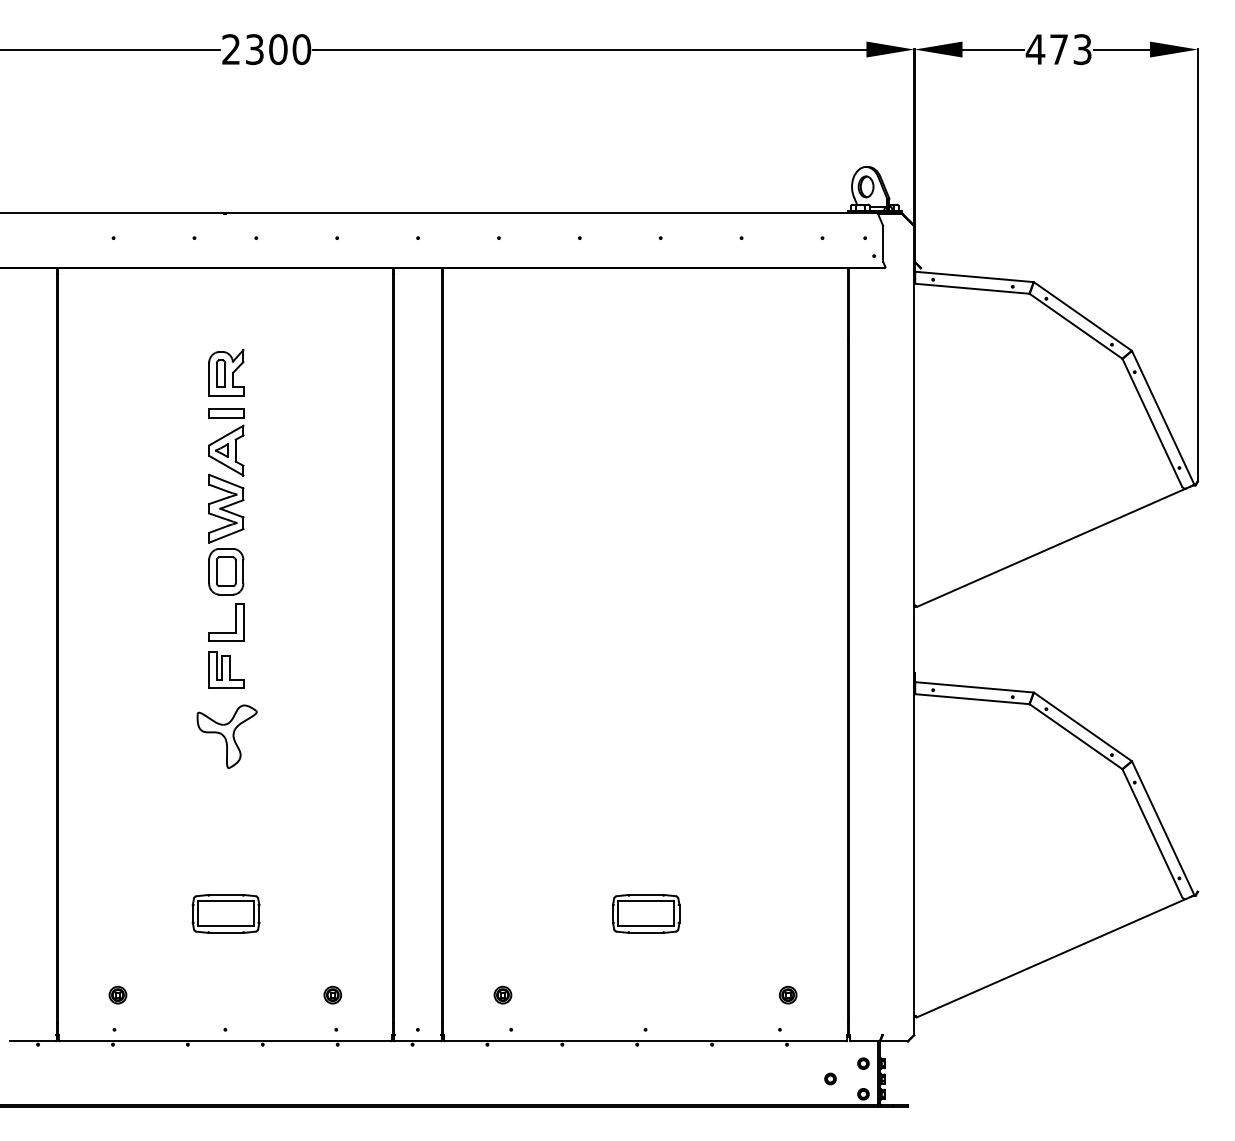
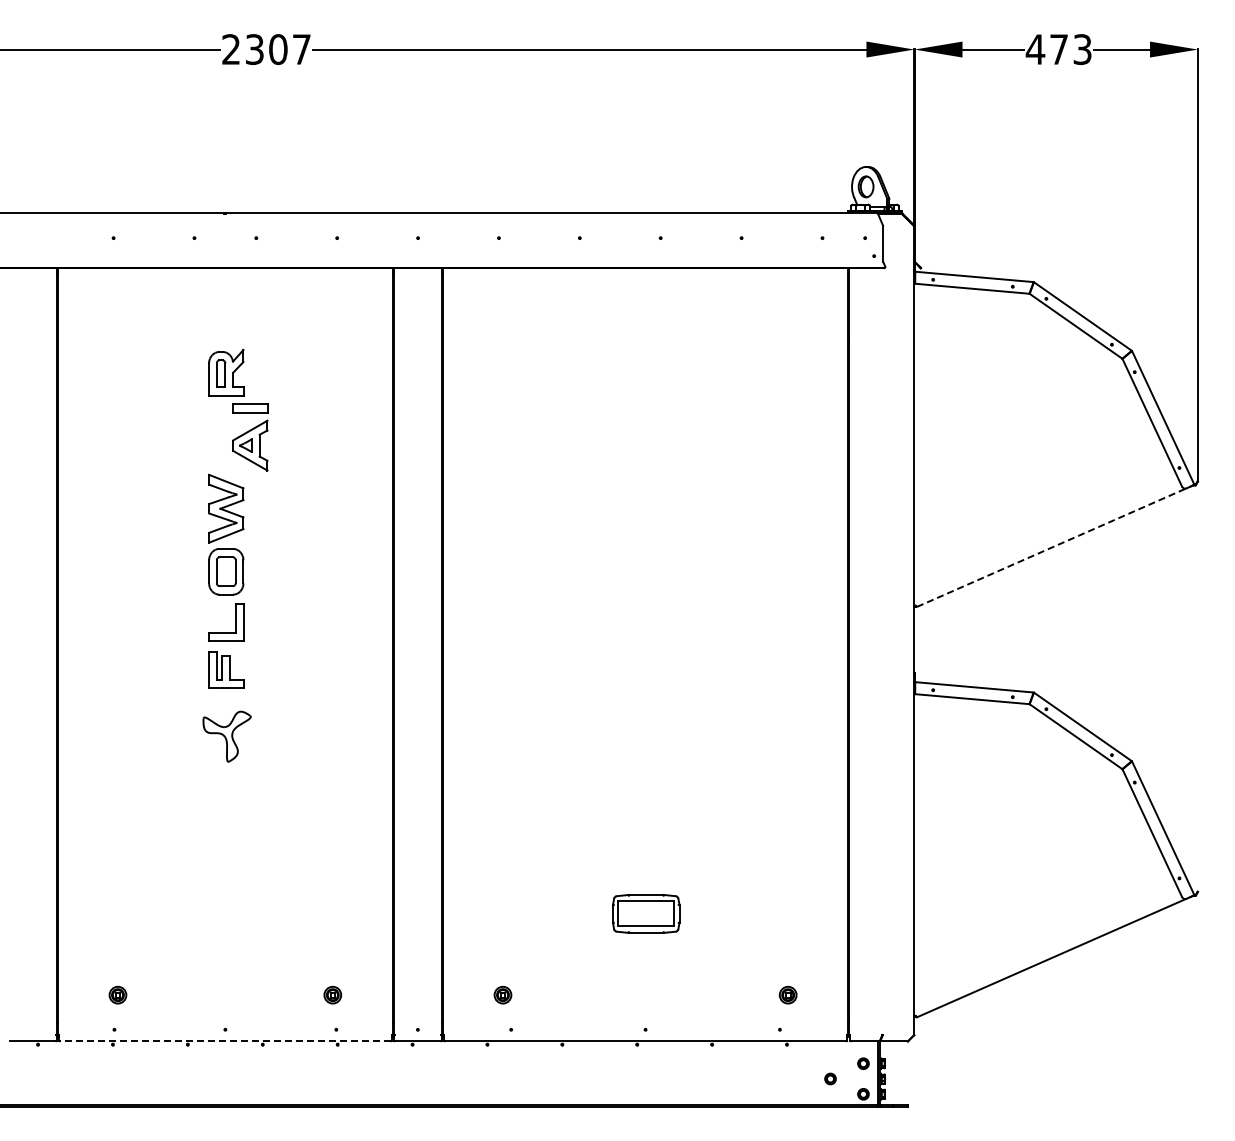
text at (301, 49): 2300 -> 2307
part at (226, 442) position: (226, 442) -> (250, 437)
line at (1051, 547): solid -> dashed
part at (226, 736) size: 62x65 px -> 50x53 px
part at (225, 913): present -> none
line at (224, 1041): solid -> dashed
